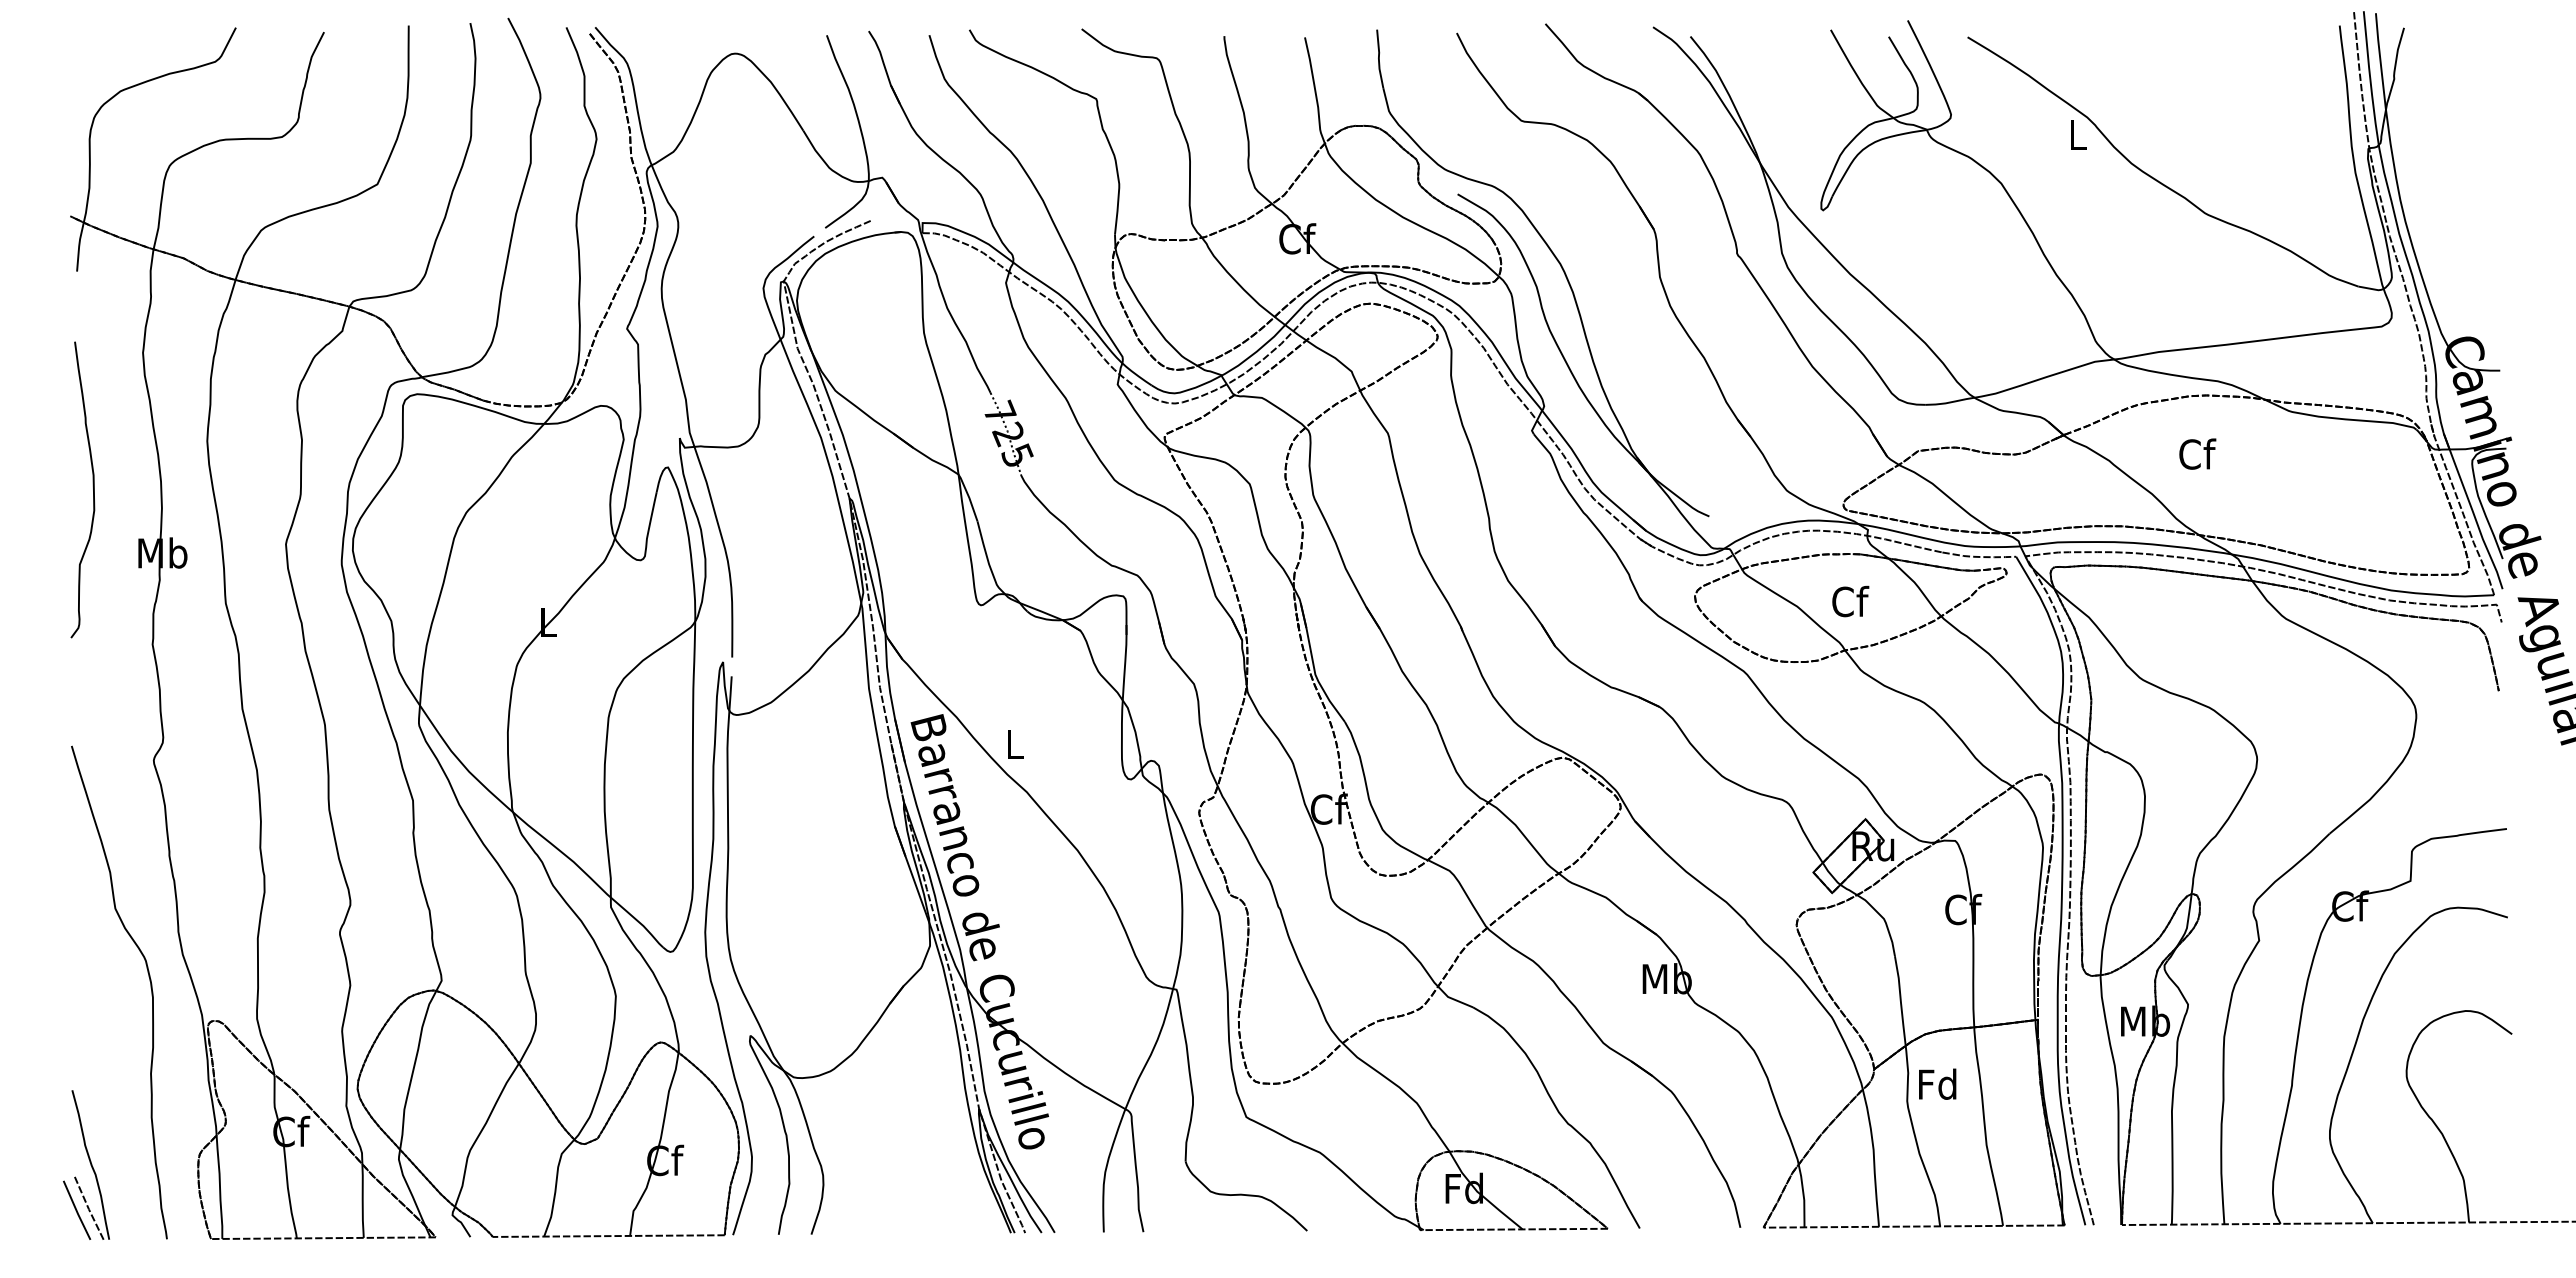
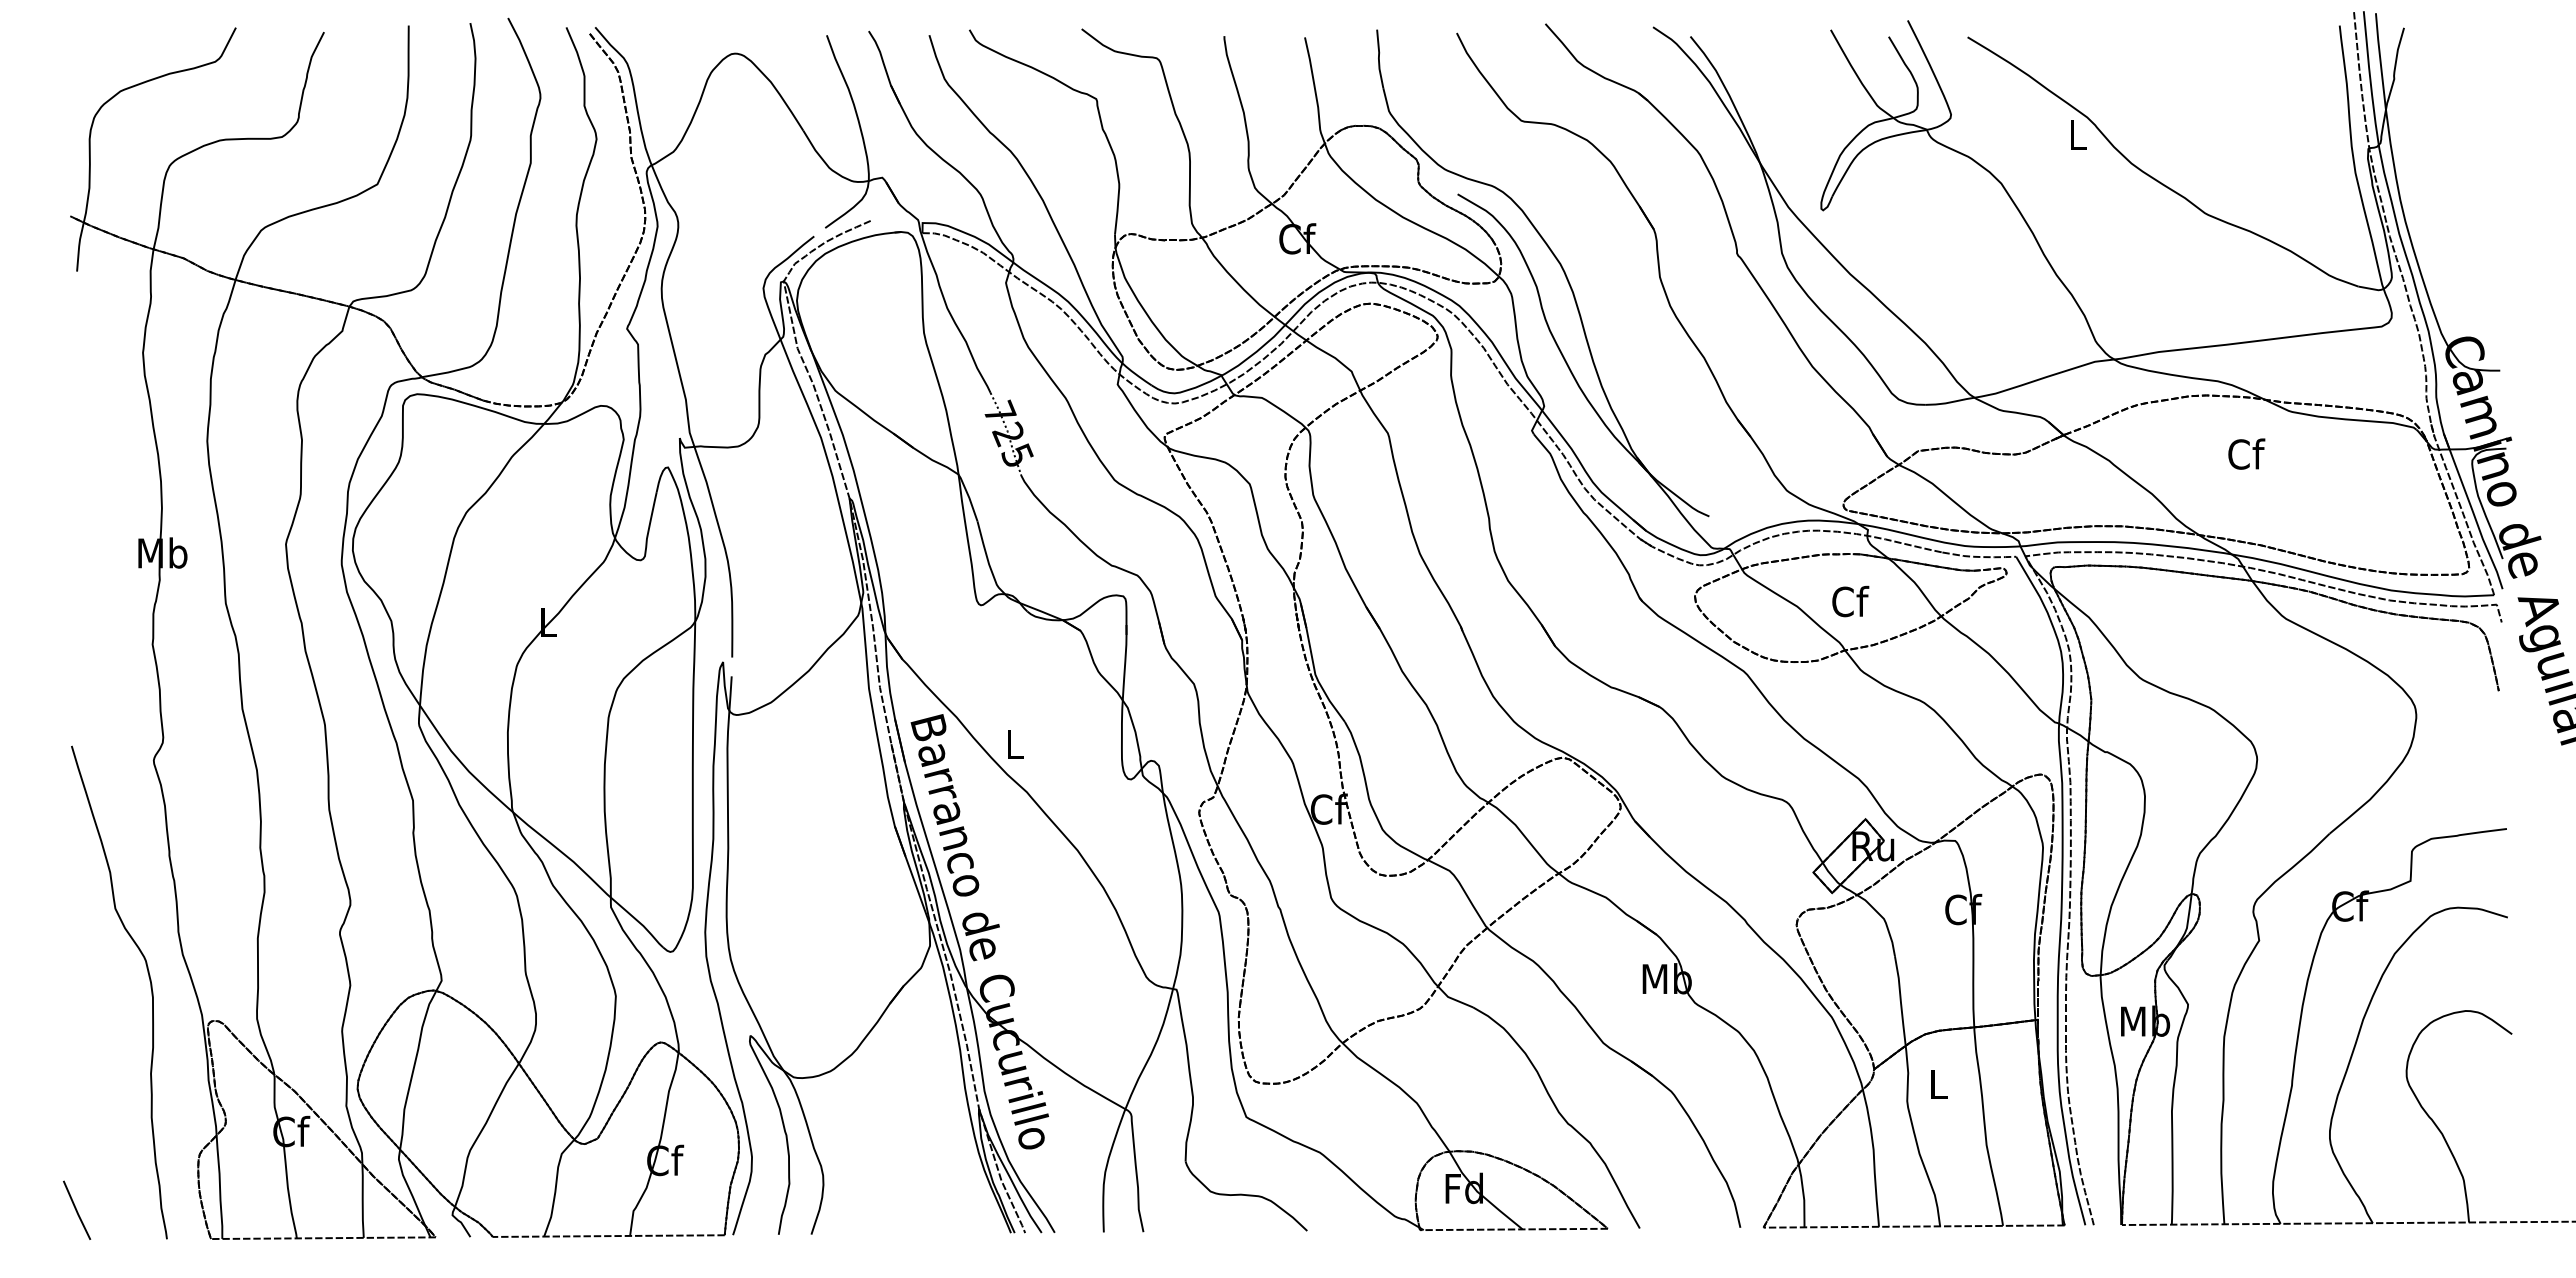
text at (2197, 453) position: (2197, 453) -> (2246, 453)
curve at (92, 486): present -> none
text at (1937, 1083): Fd -> L
part at (90, 1164): present -> none
